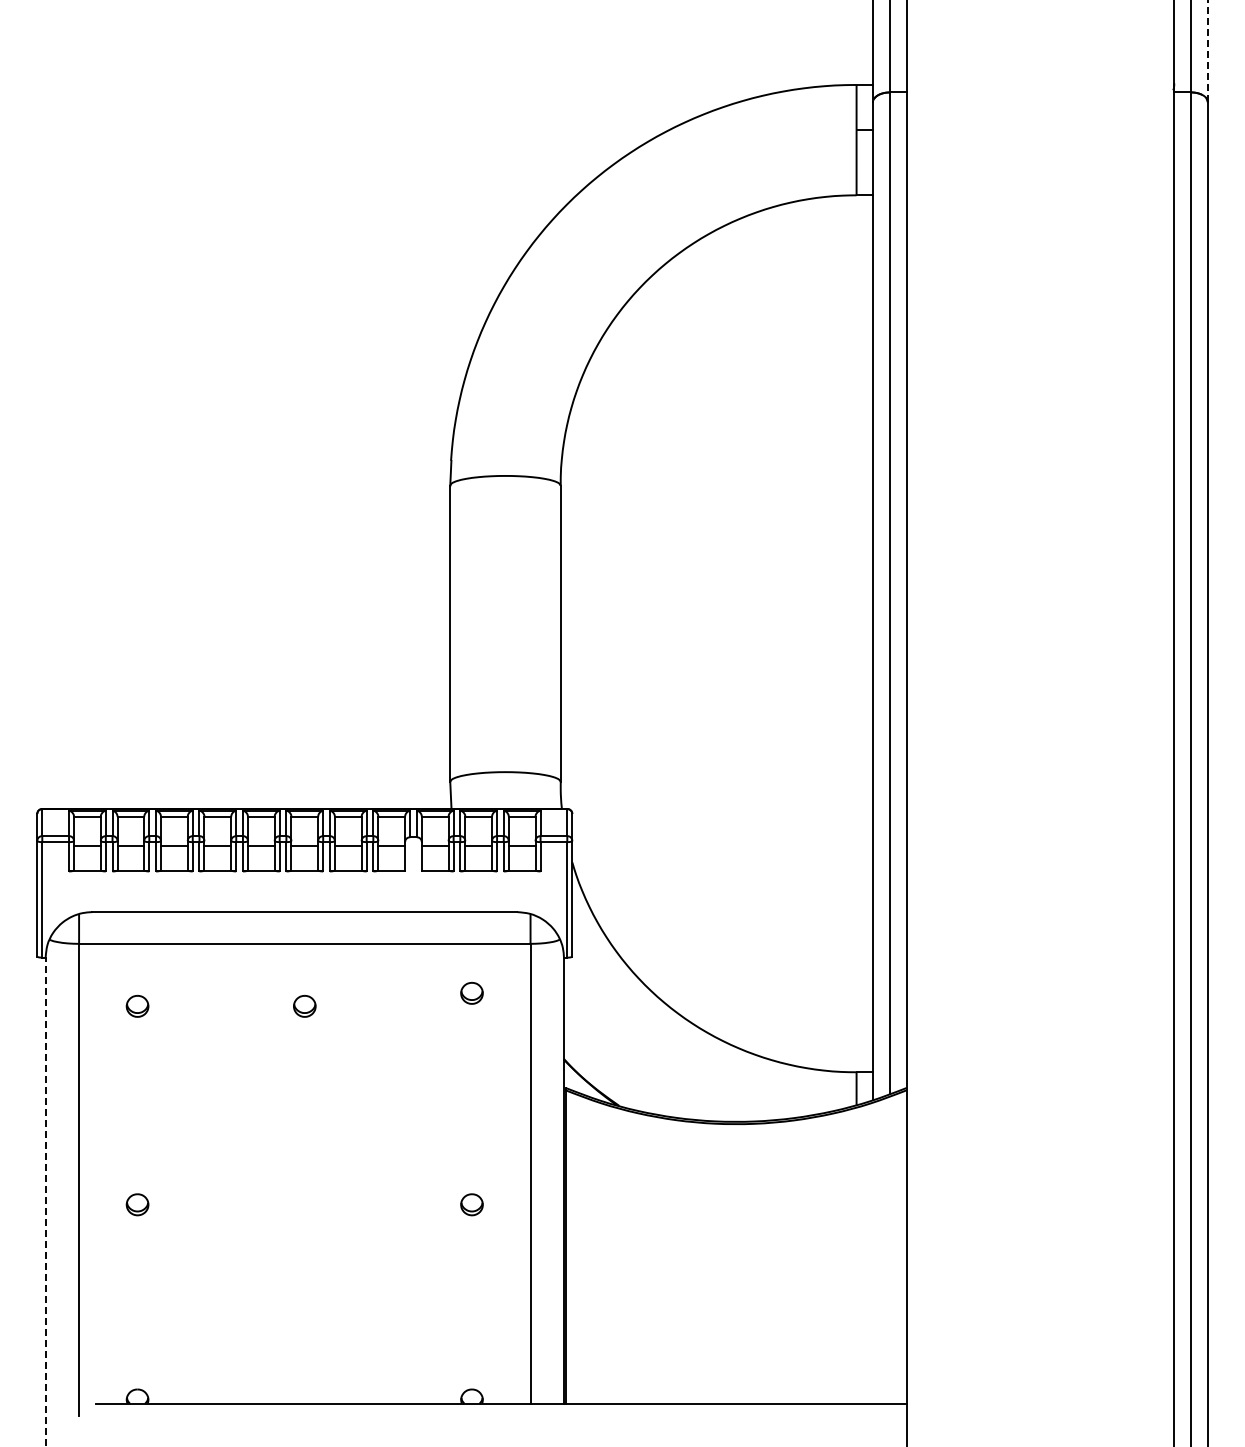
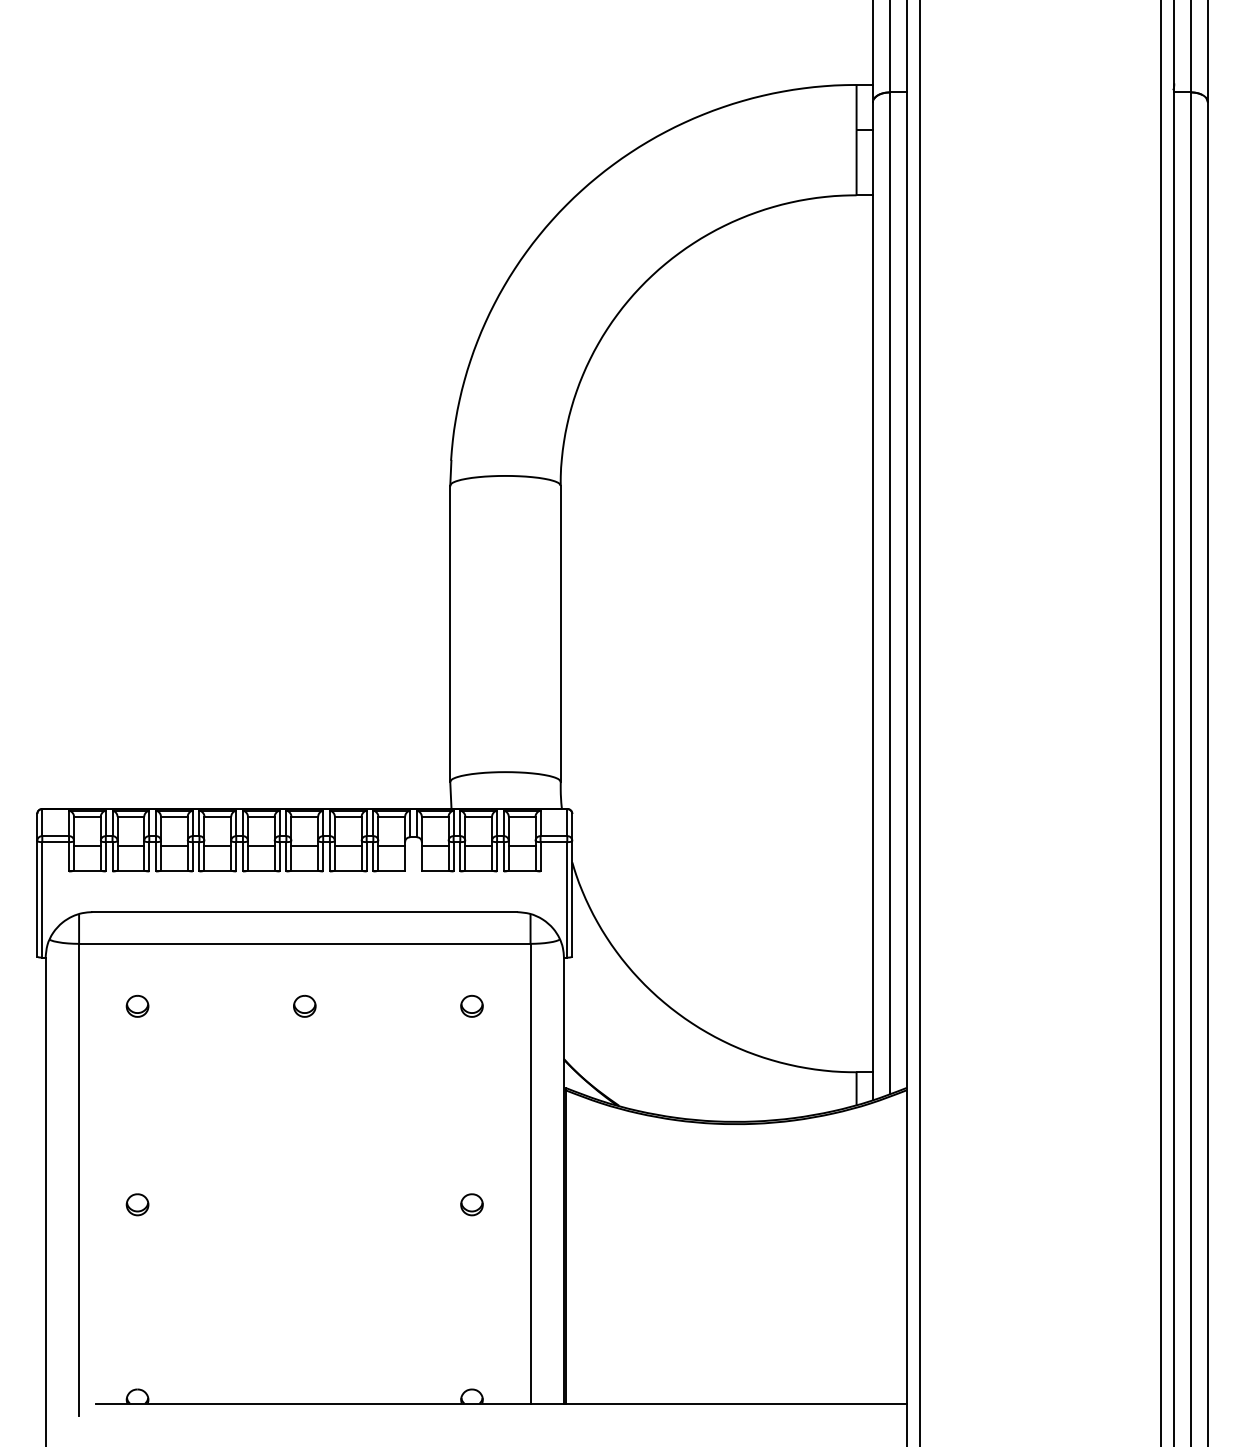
line at (1207, 51): dashed -> solid
line at (920, 722): none -> present
line at (1160, 722): none -> present
part at (471, 992) position: (471, 992) -> (471, 1005)
line at (45, 1201): dashed -> solid
